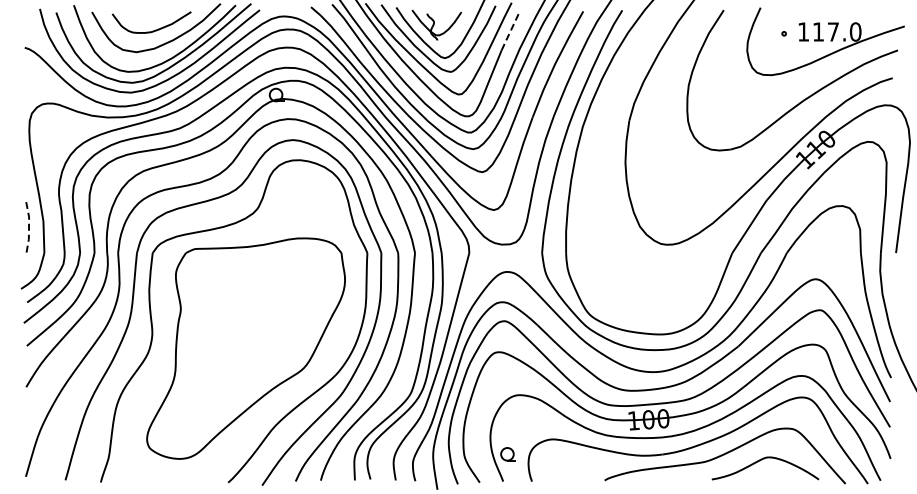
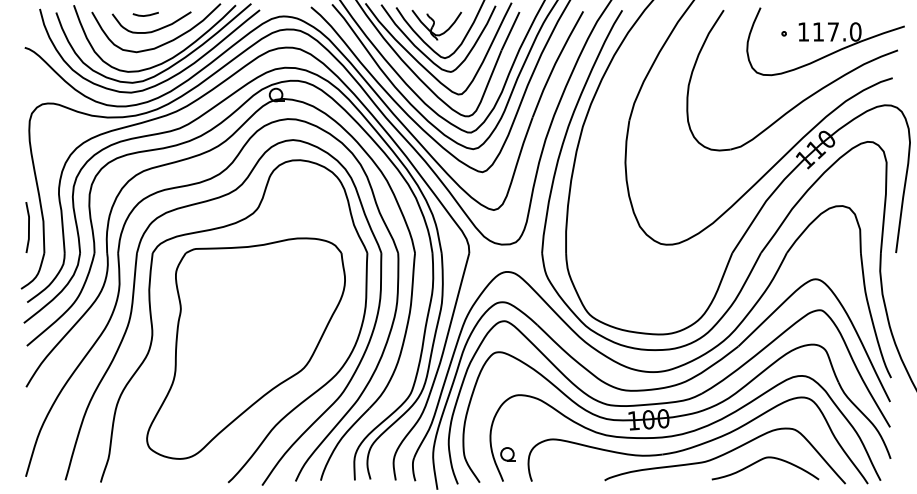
line at (145, 14): none -> present
line at (510, 30): dashed -> solid
line at (29, 227): dashed -> solid
